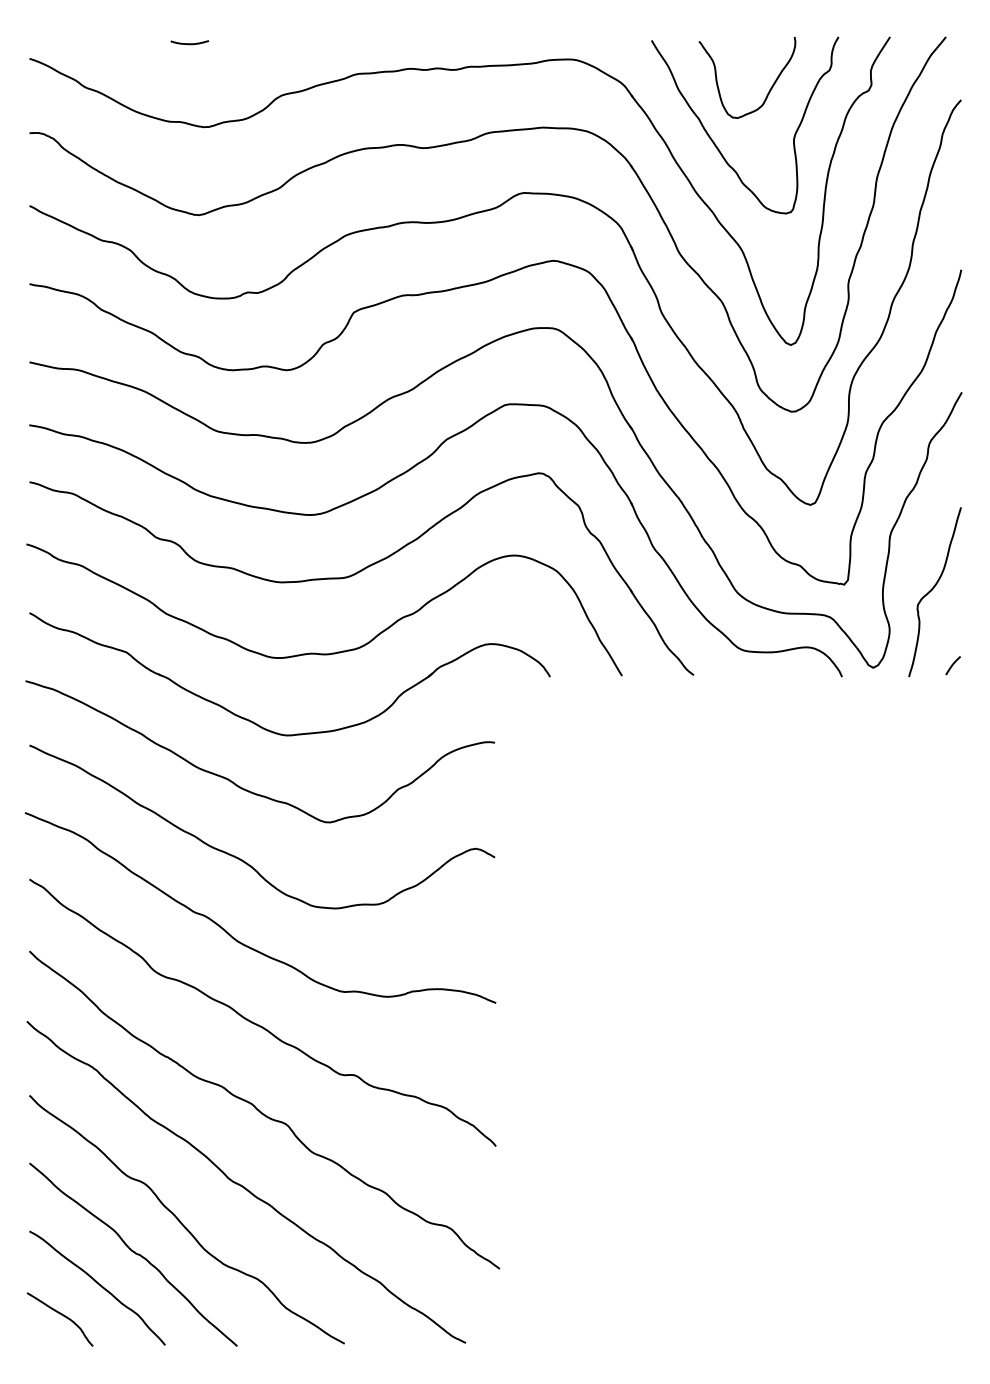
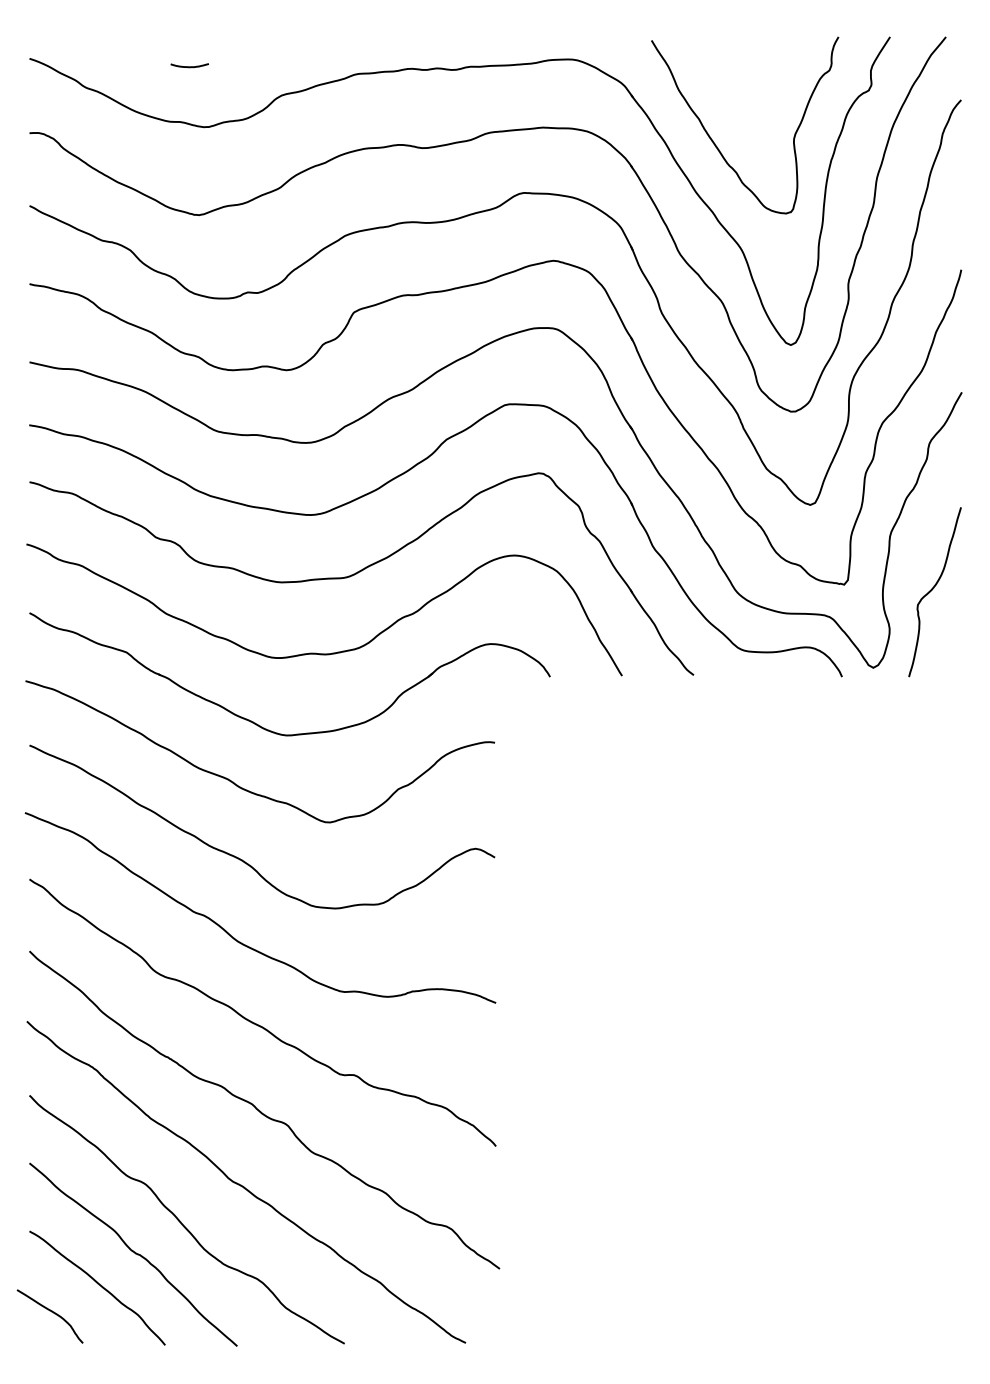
curve at (189, 43) position: (189, 43) -> (189, 66)
curve at (769, 89): present -> none
line at (952, 665): present -> none
curve at (61, 1315) position: (61, 1315) -> (51, 1312)
